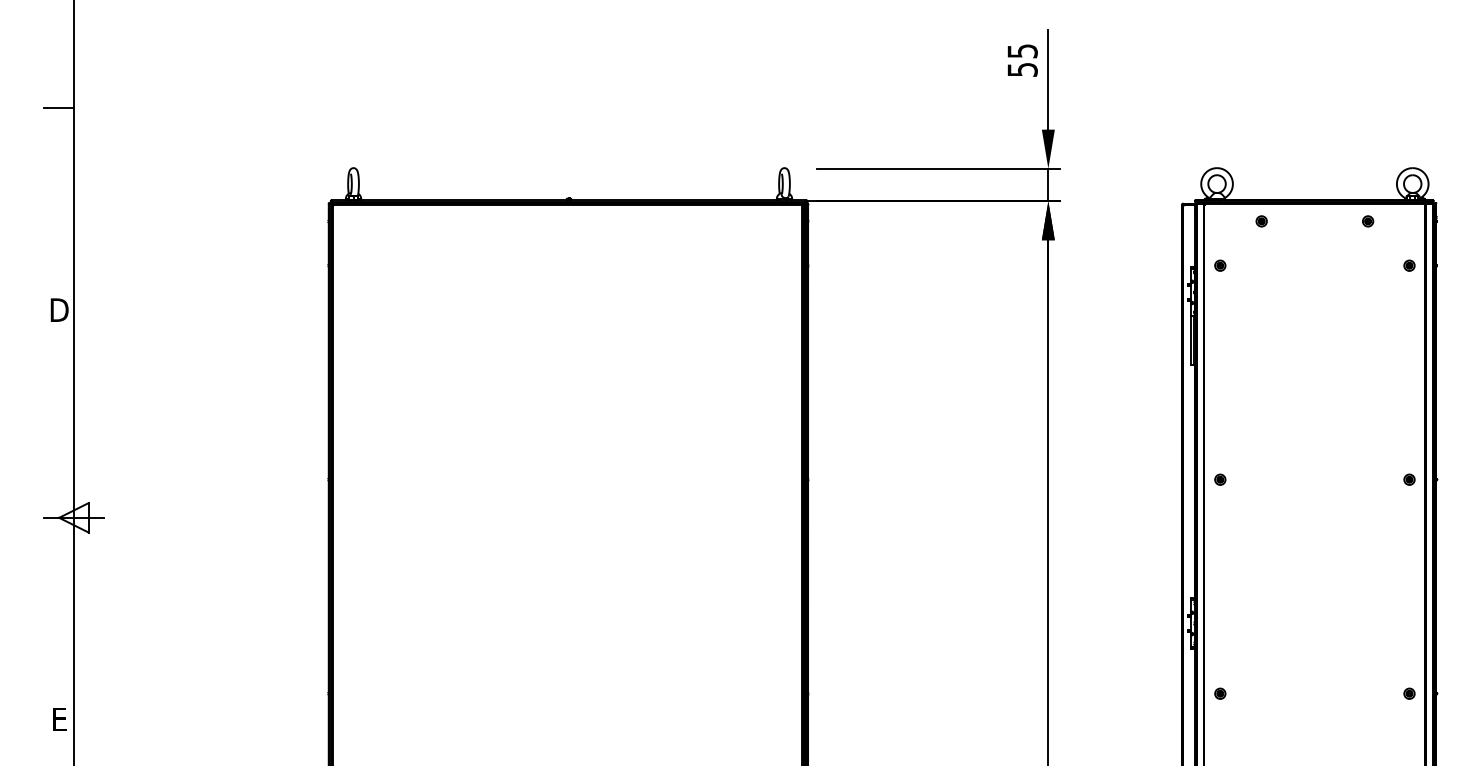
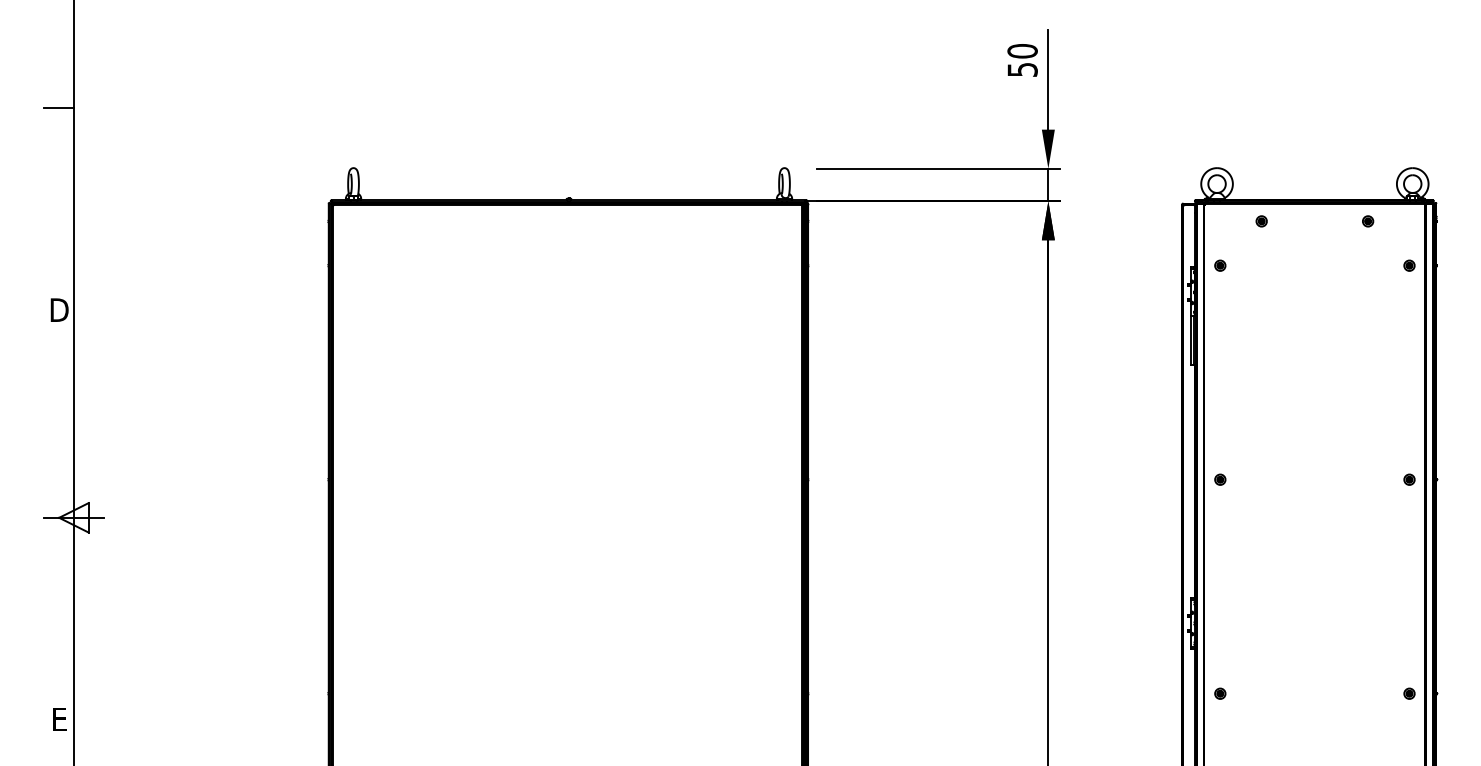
text at (1022, 51): 55 -> 50
